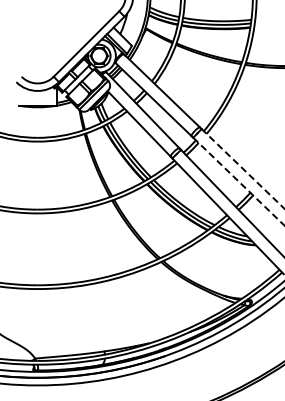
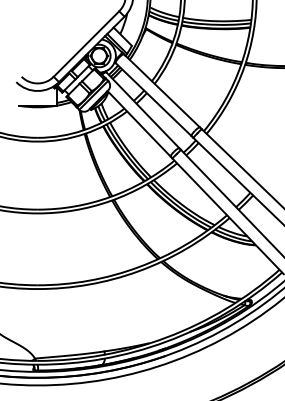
line at (242, 168): dashed -> solid
line at (239, 182): dashed -> solid
